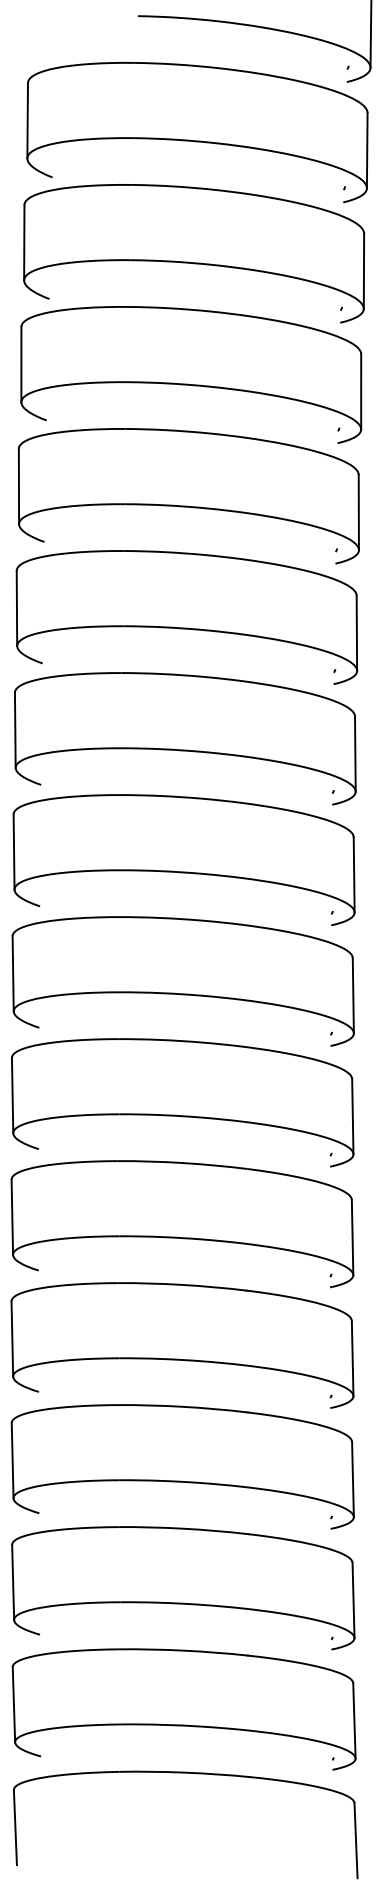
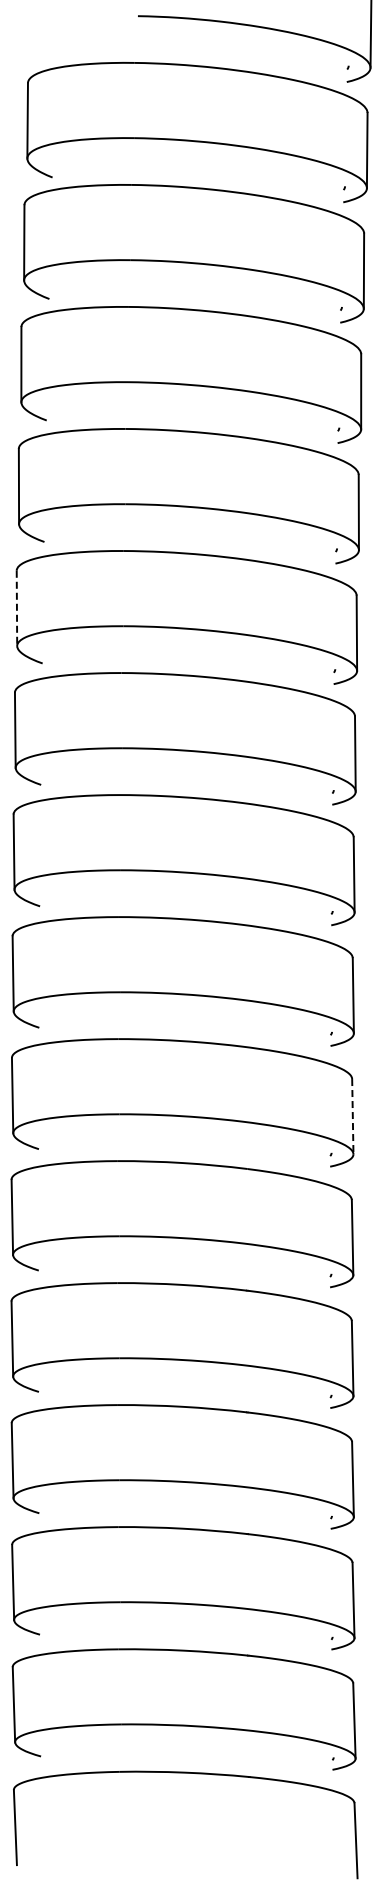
line at (16, 608): solid -> dashed
line at (352, 1116): solid -> dashed
